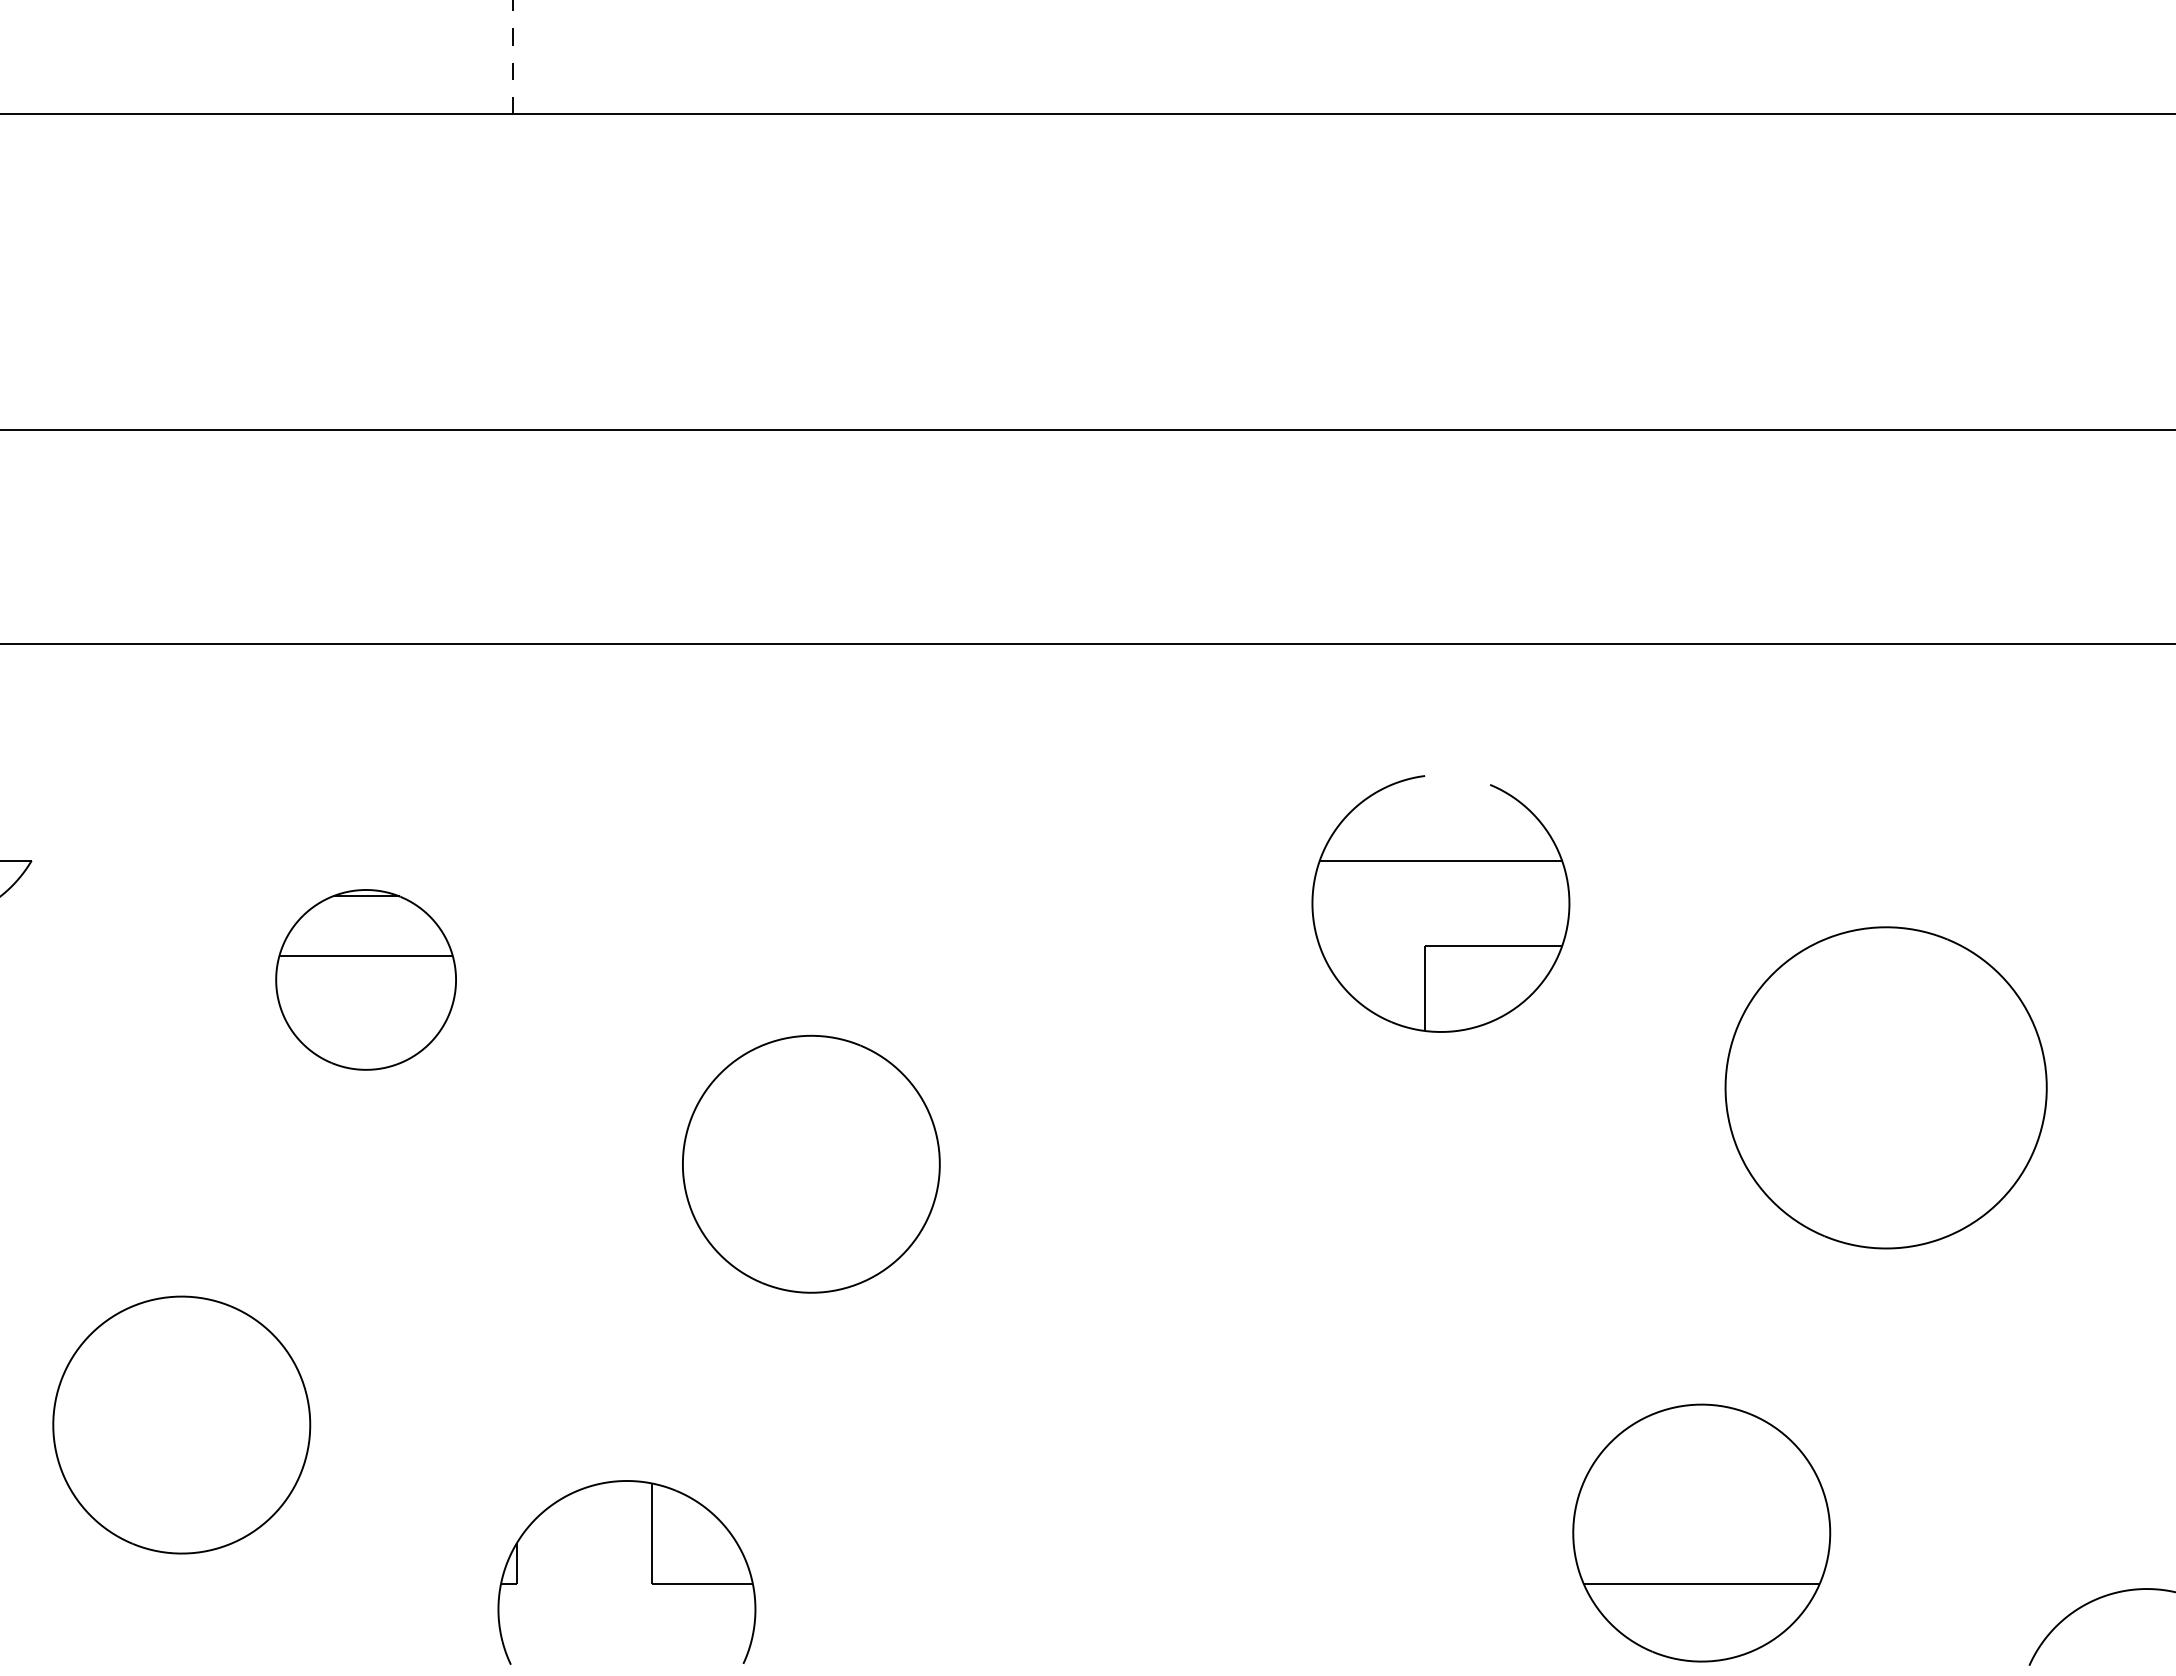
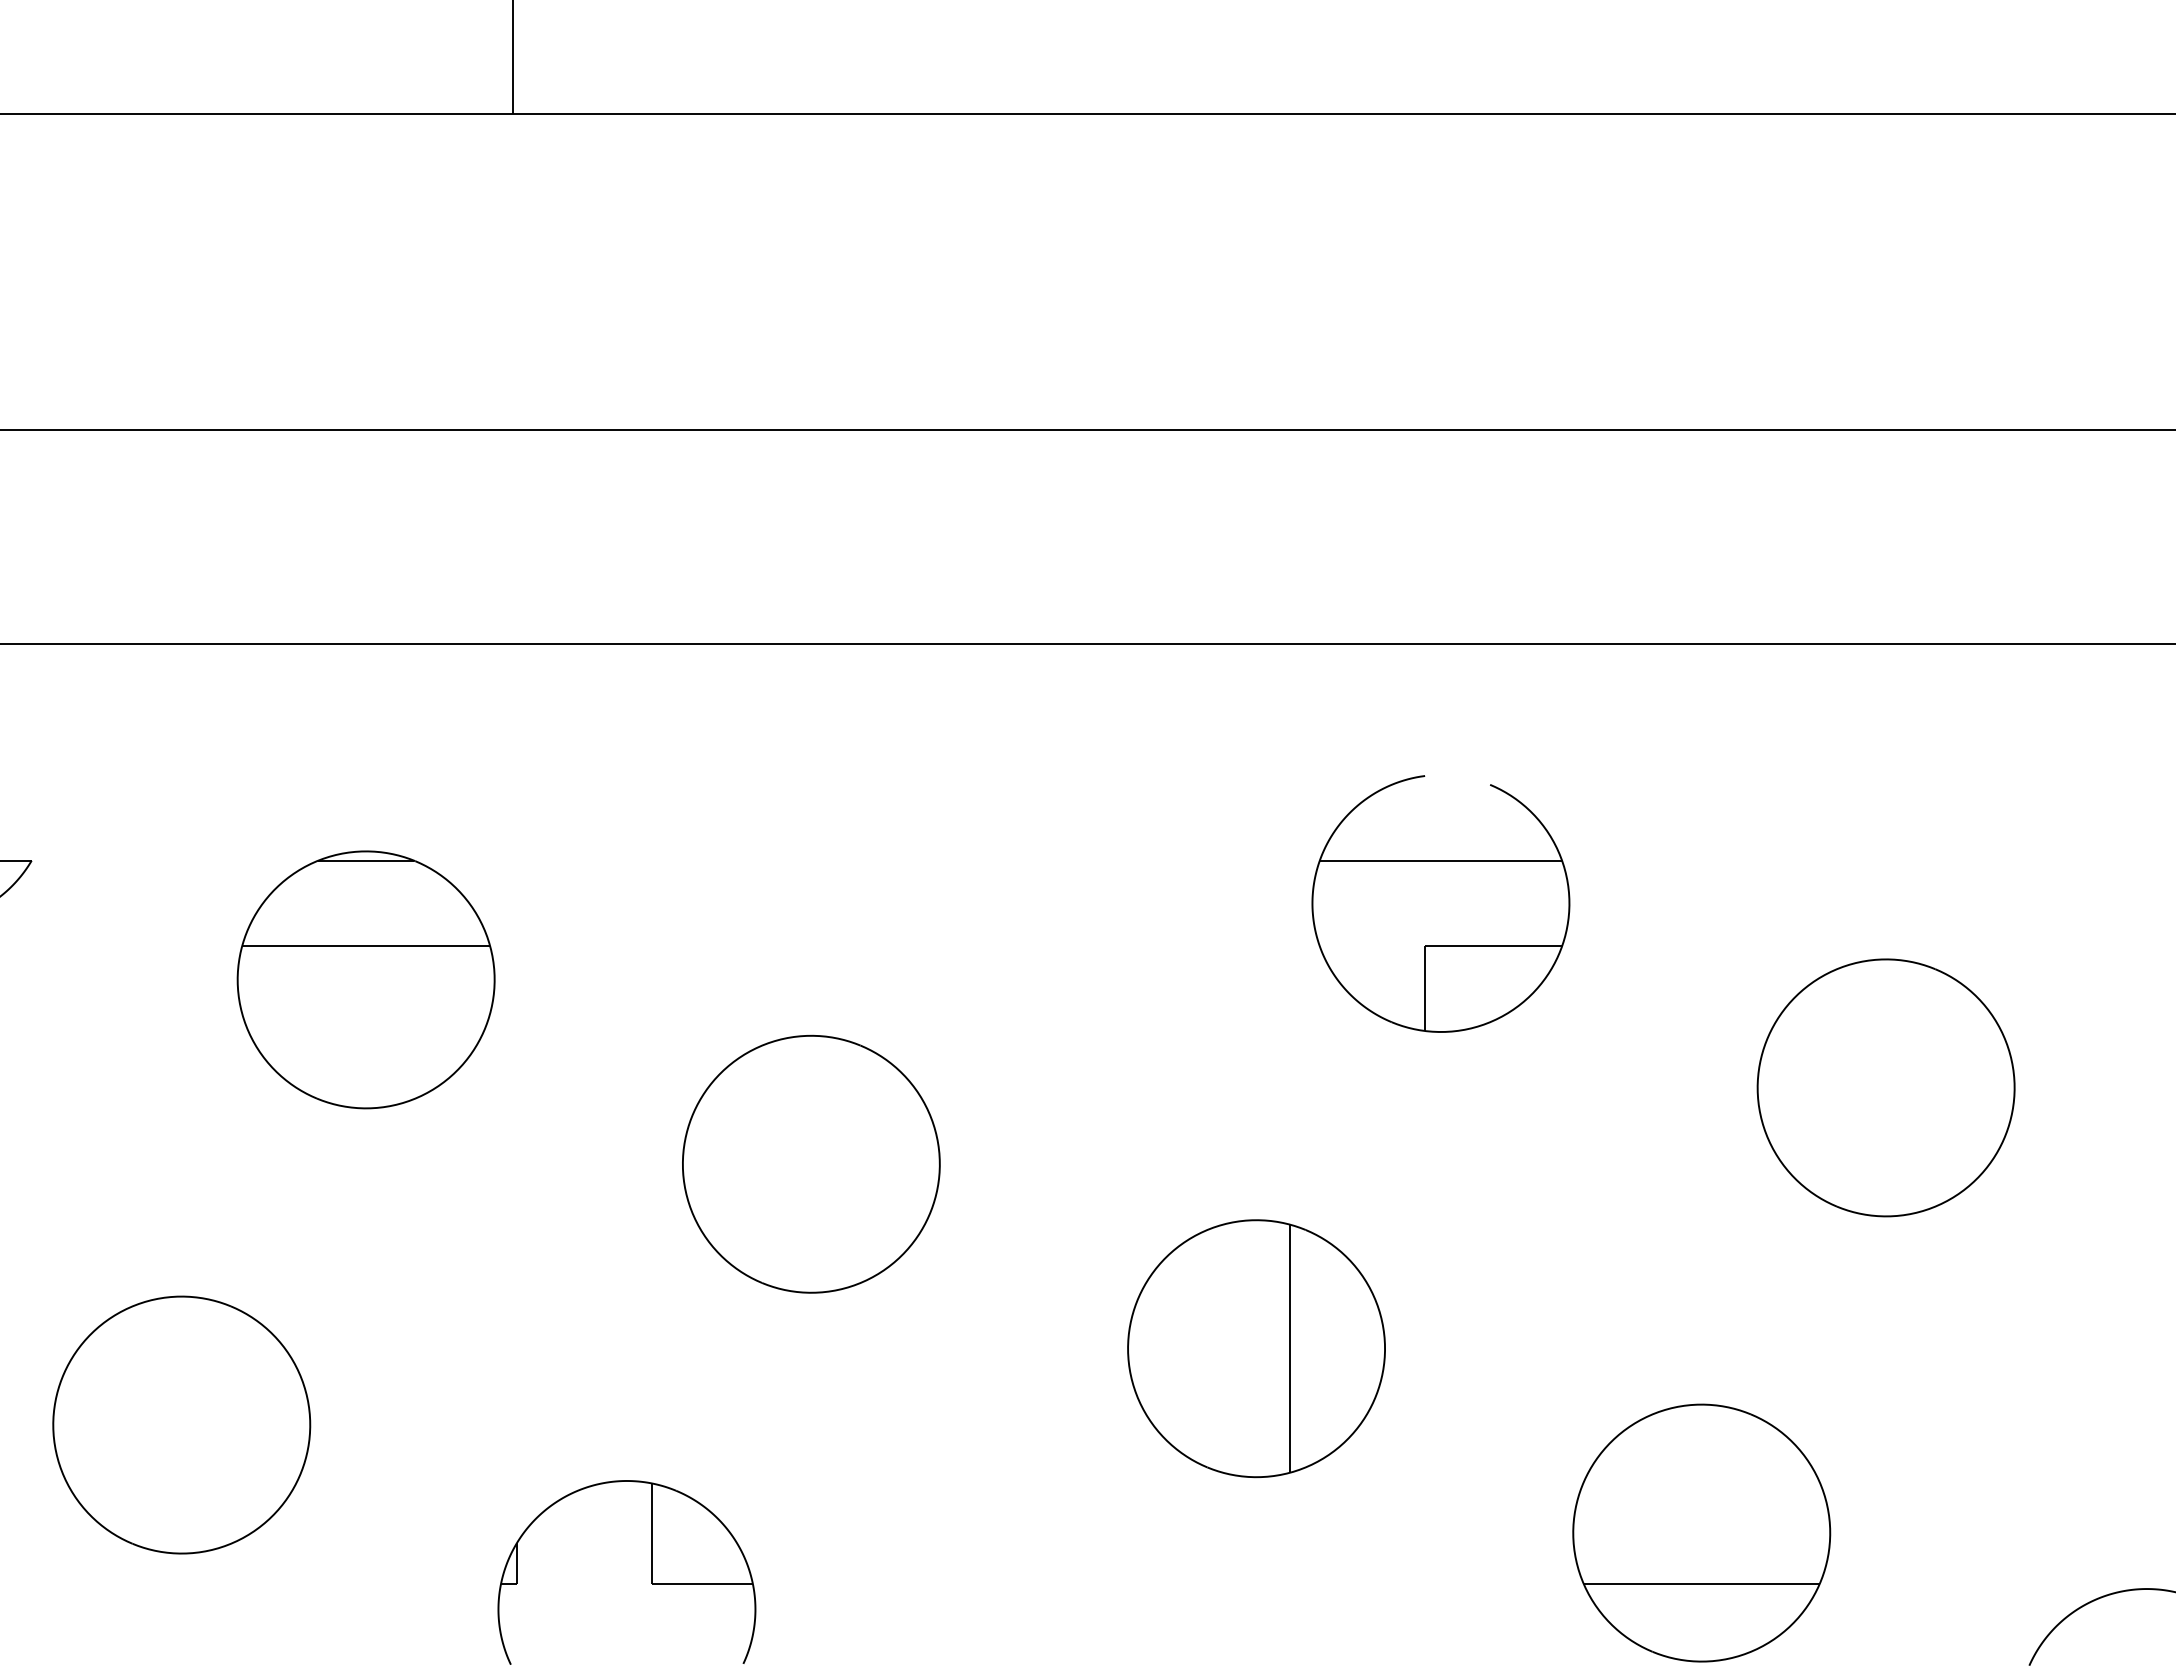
line at (512, 57): dashed -> solid
part at (365, 979) size: 182x182 px -> 260x260 px
part at (1885, 1087) size: 324x324 px -> 260x260 px
part at (1256, 1348): none -> present
